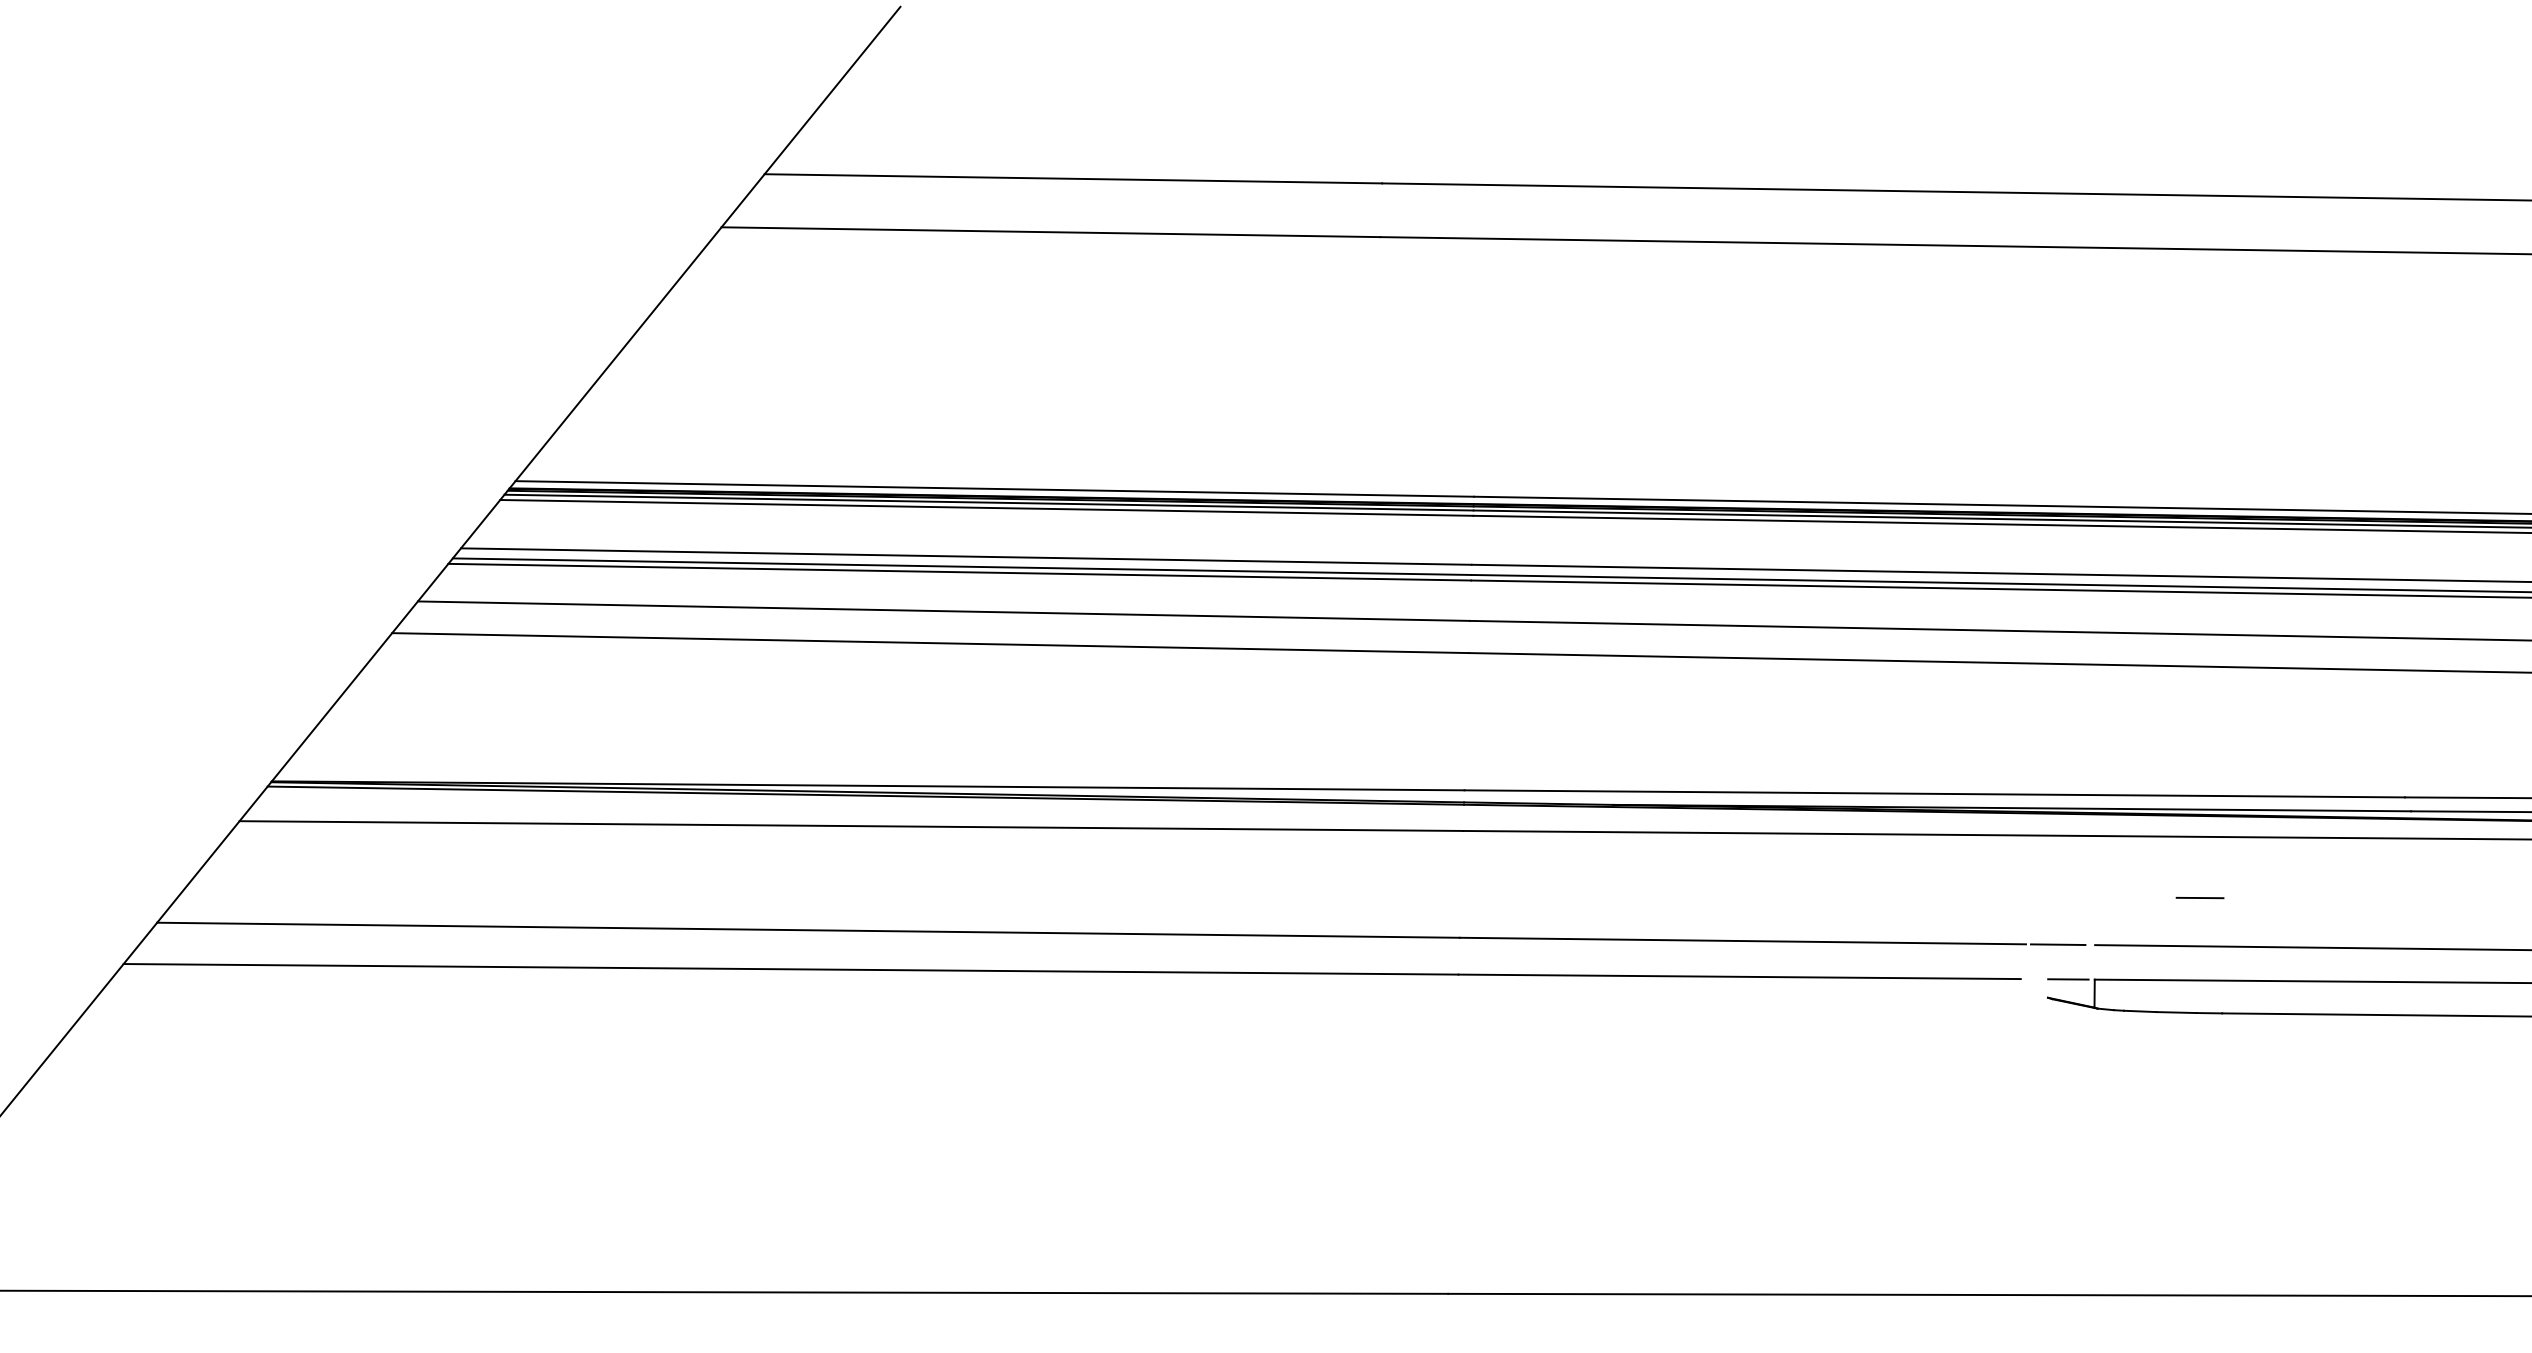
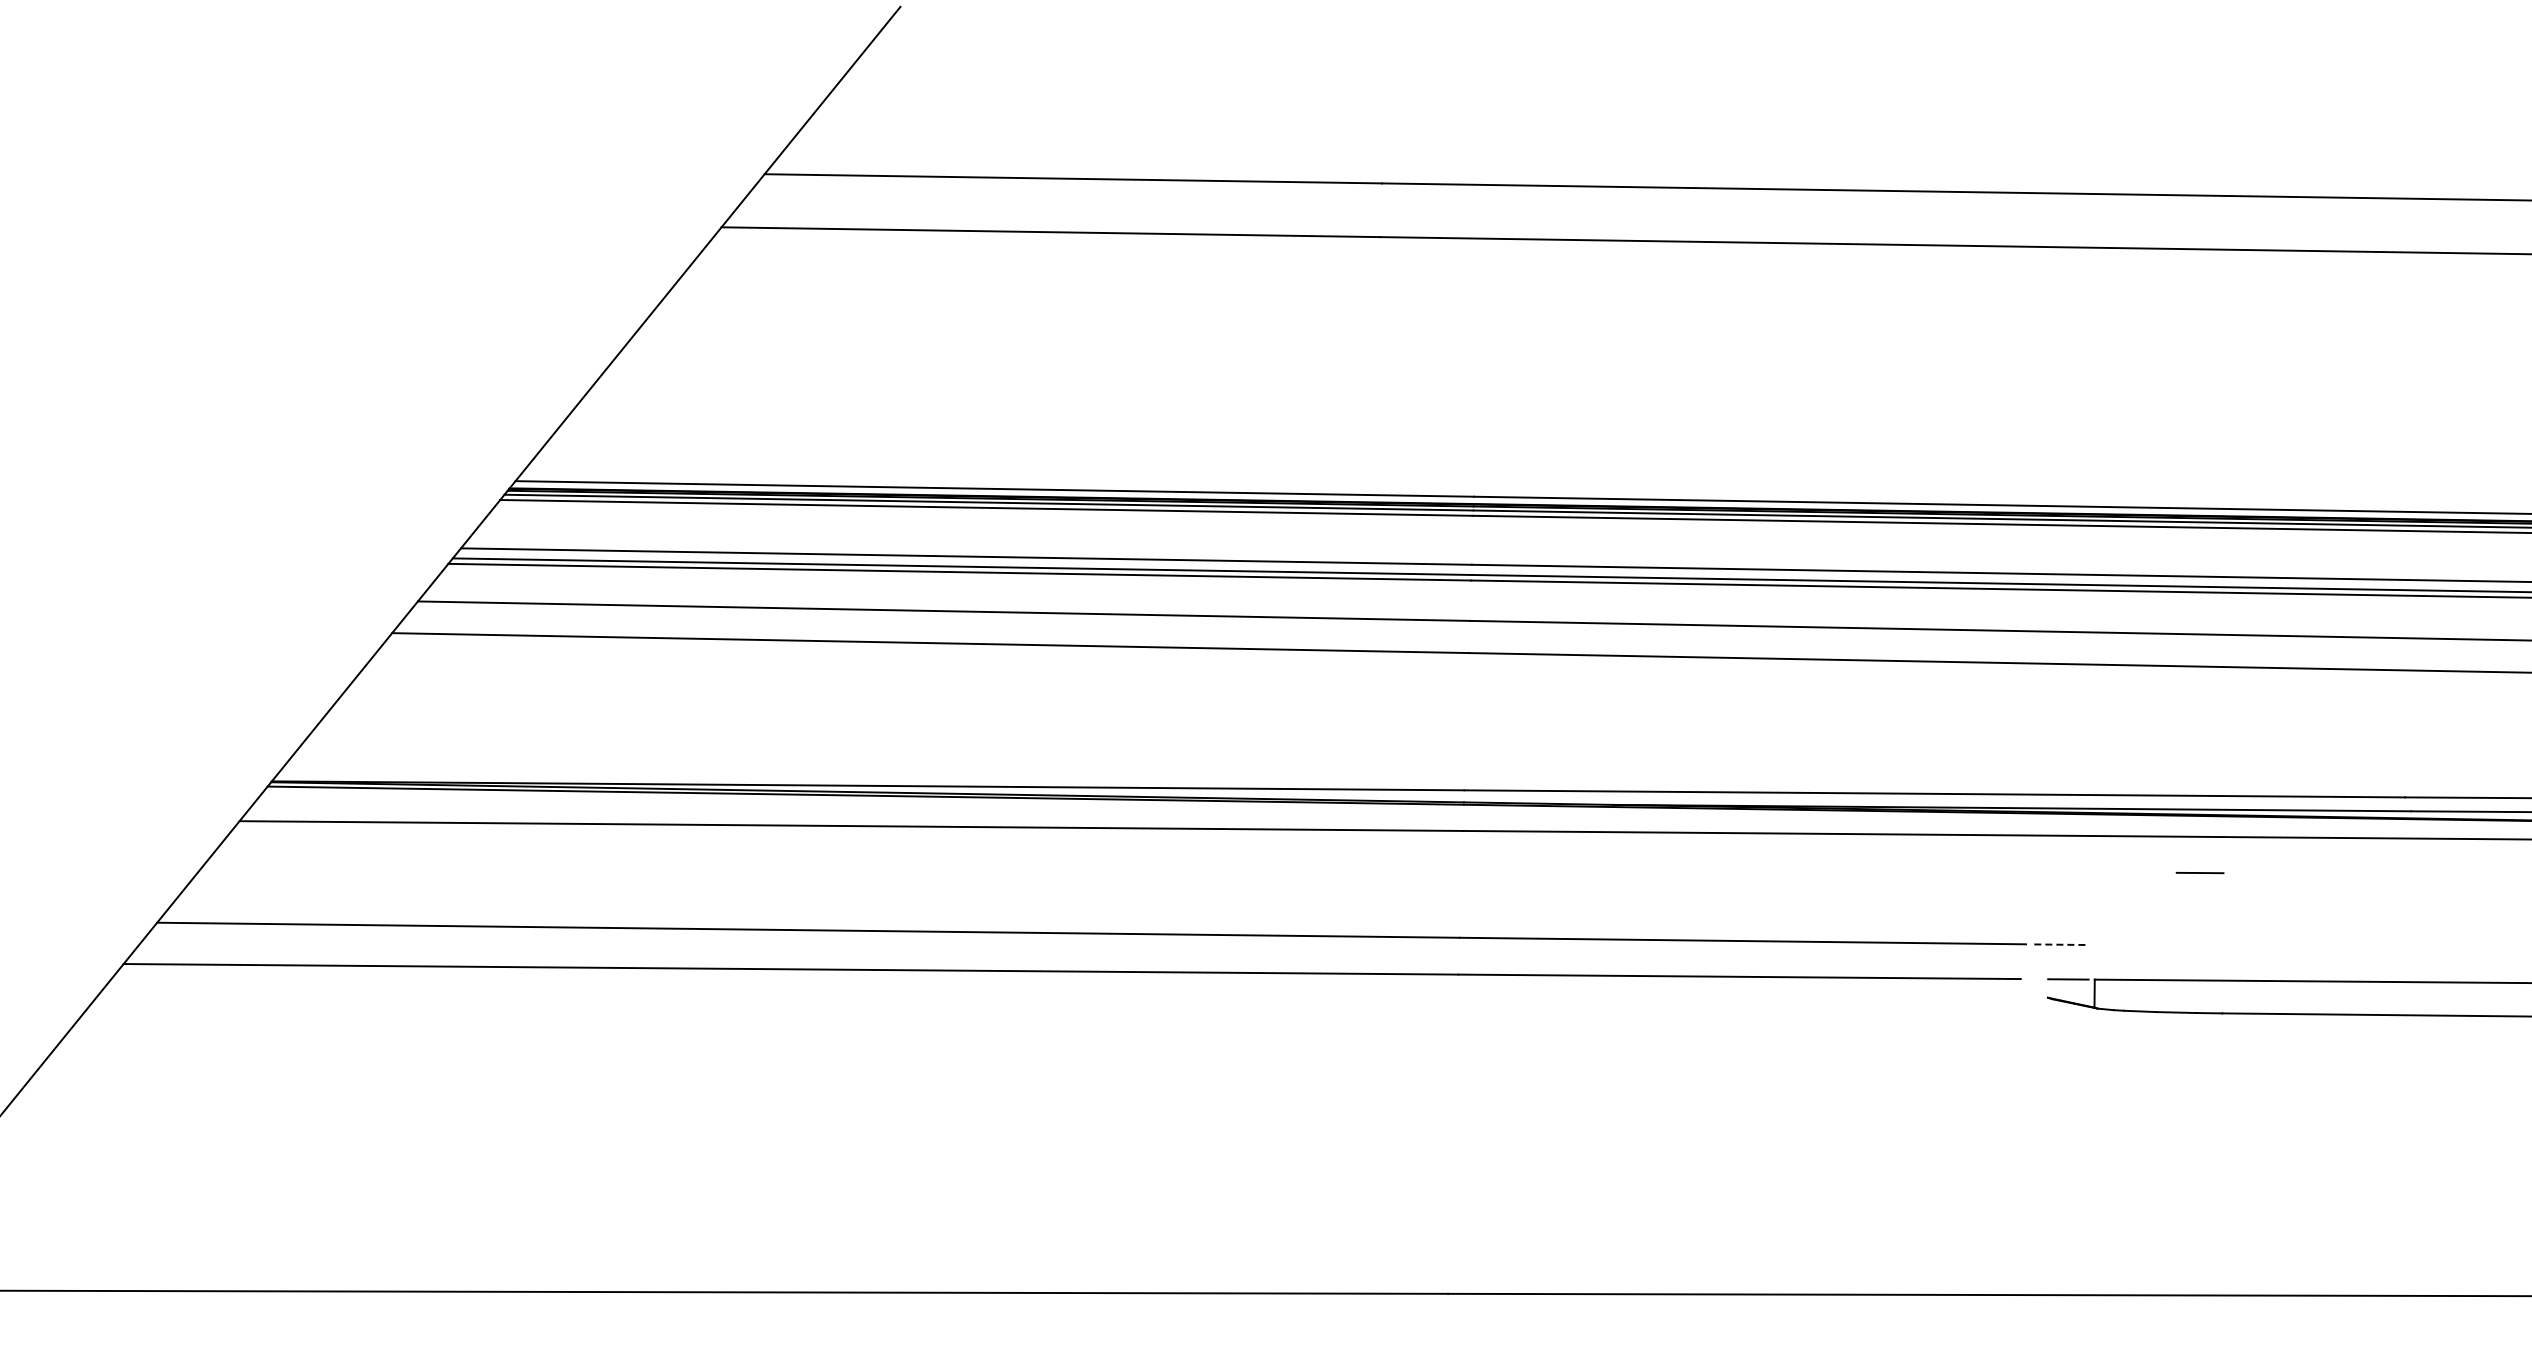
line at (2199, 897) position: (2199, 897) -> (2199, 872)
line at (2057, 944): solid -> dashed
line at (2311, 947): present -> none
